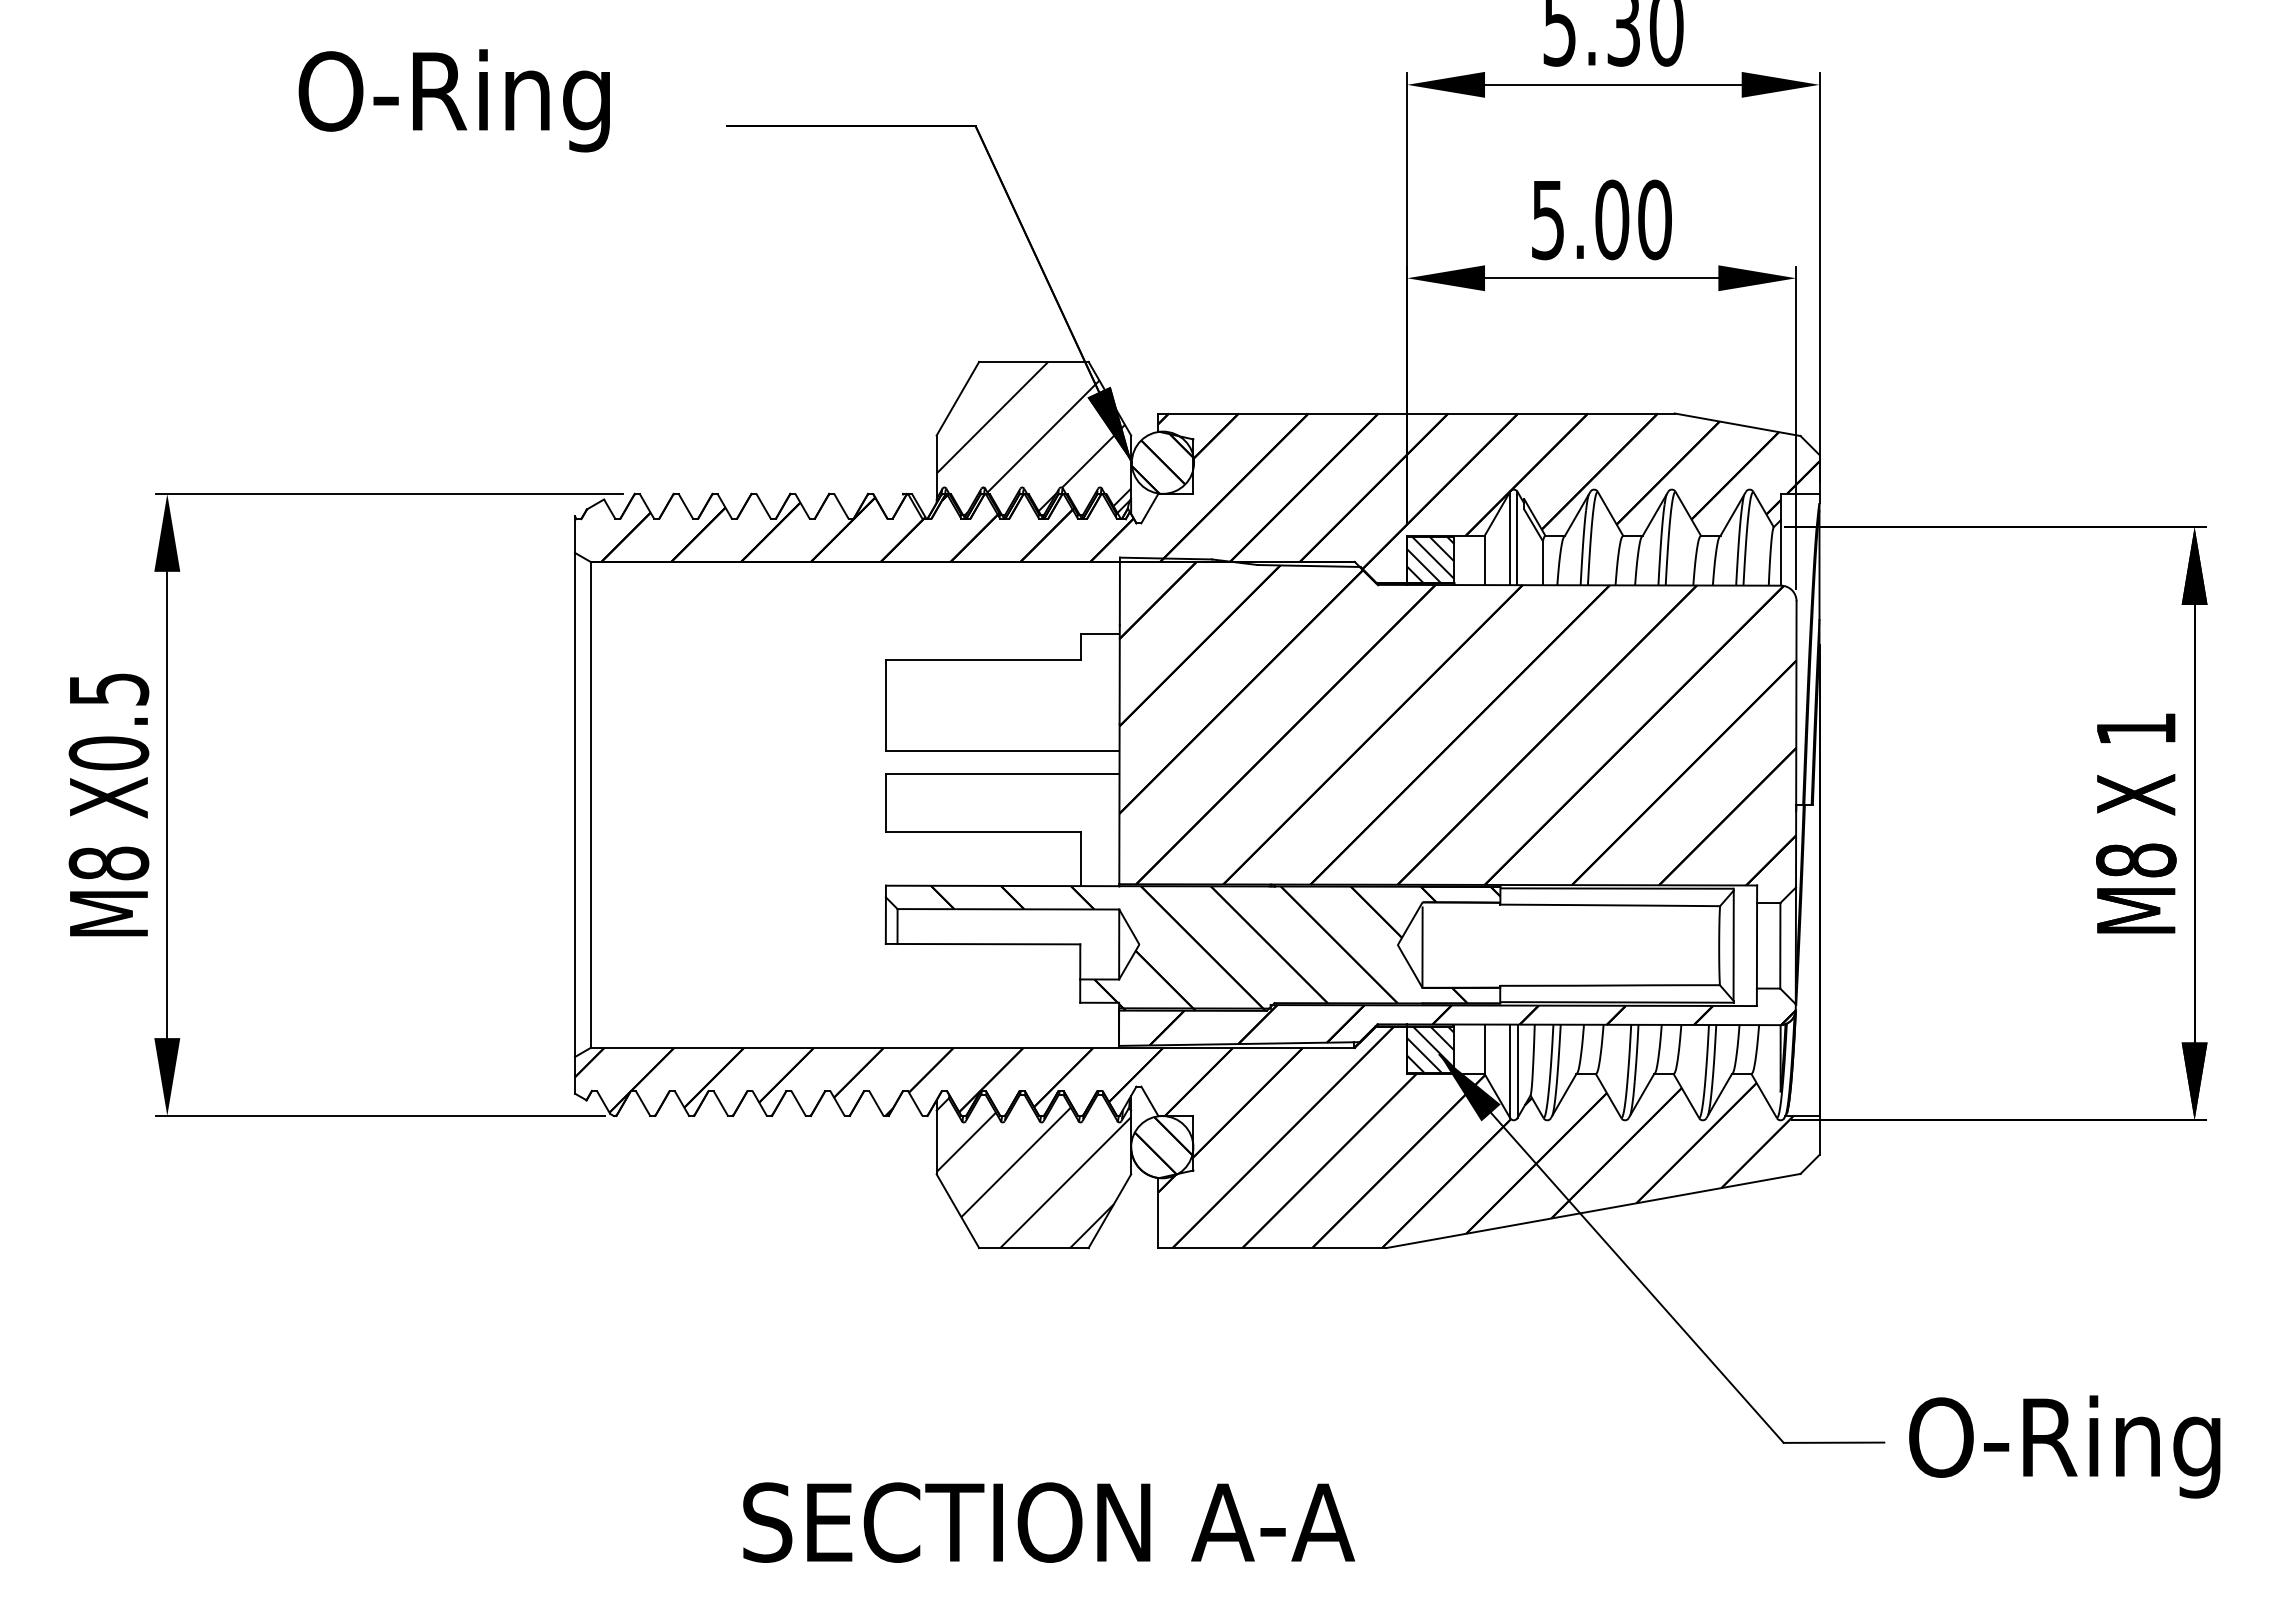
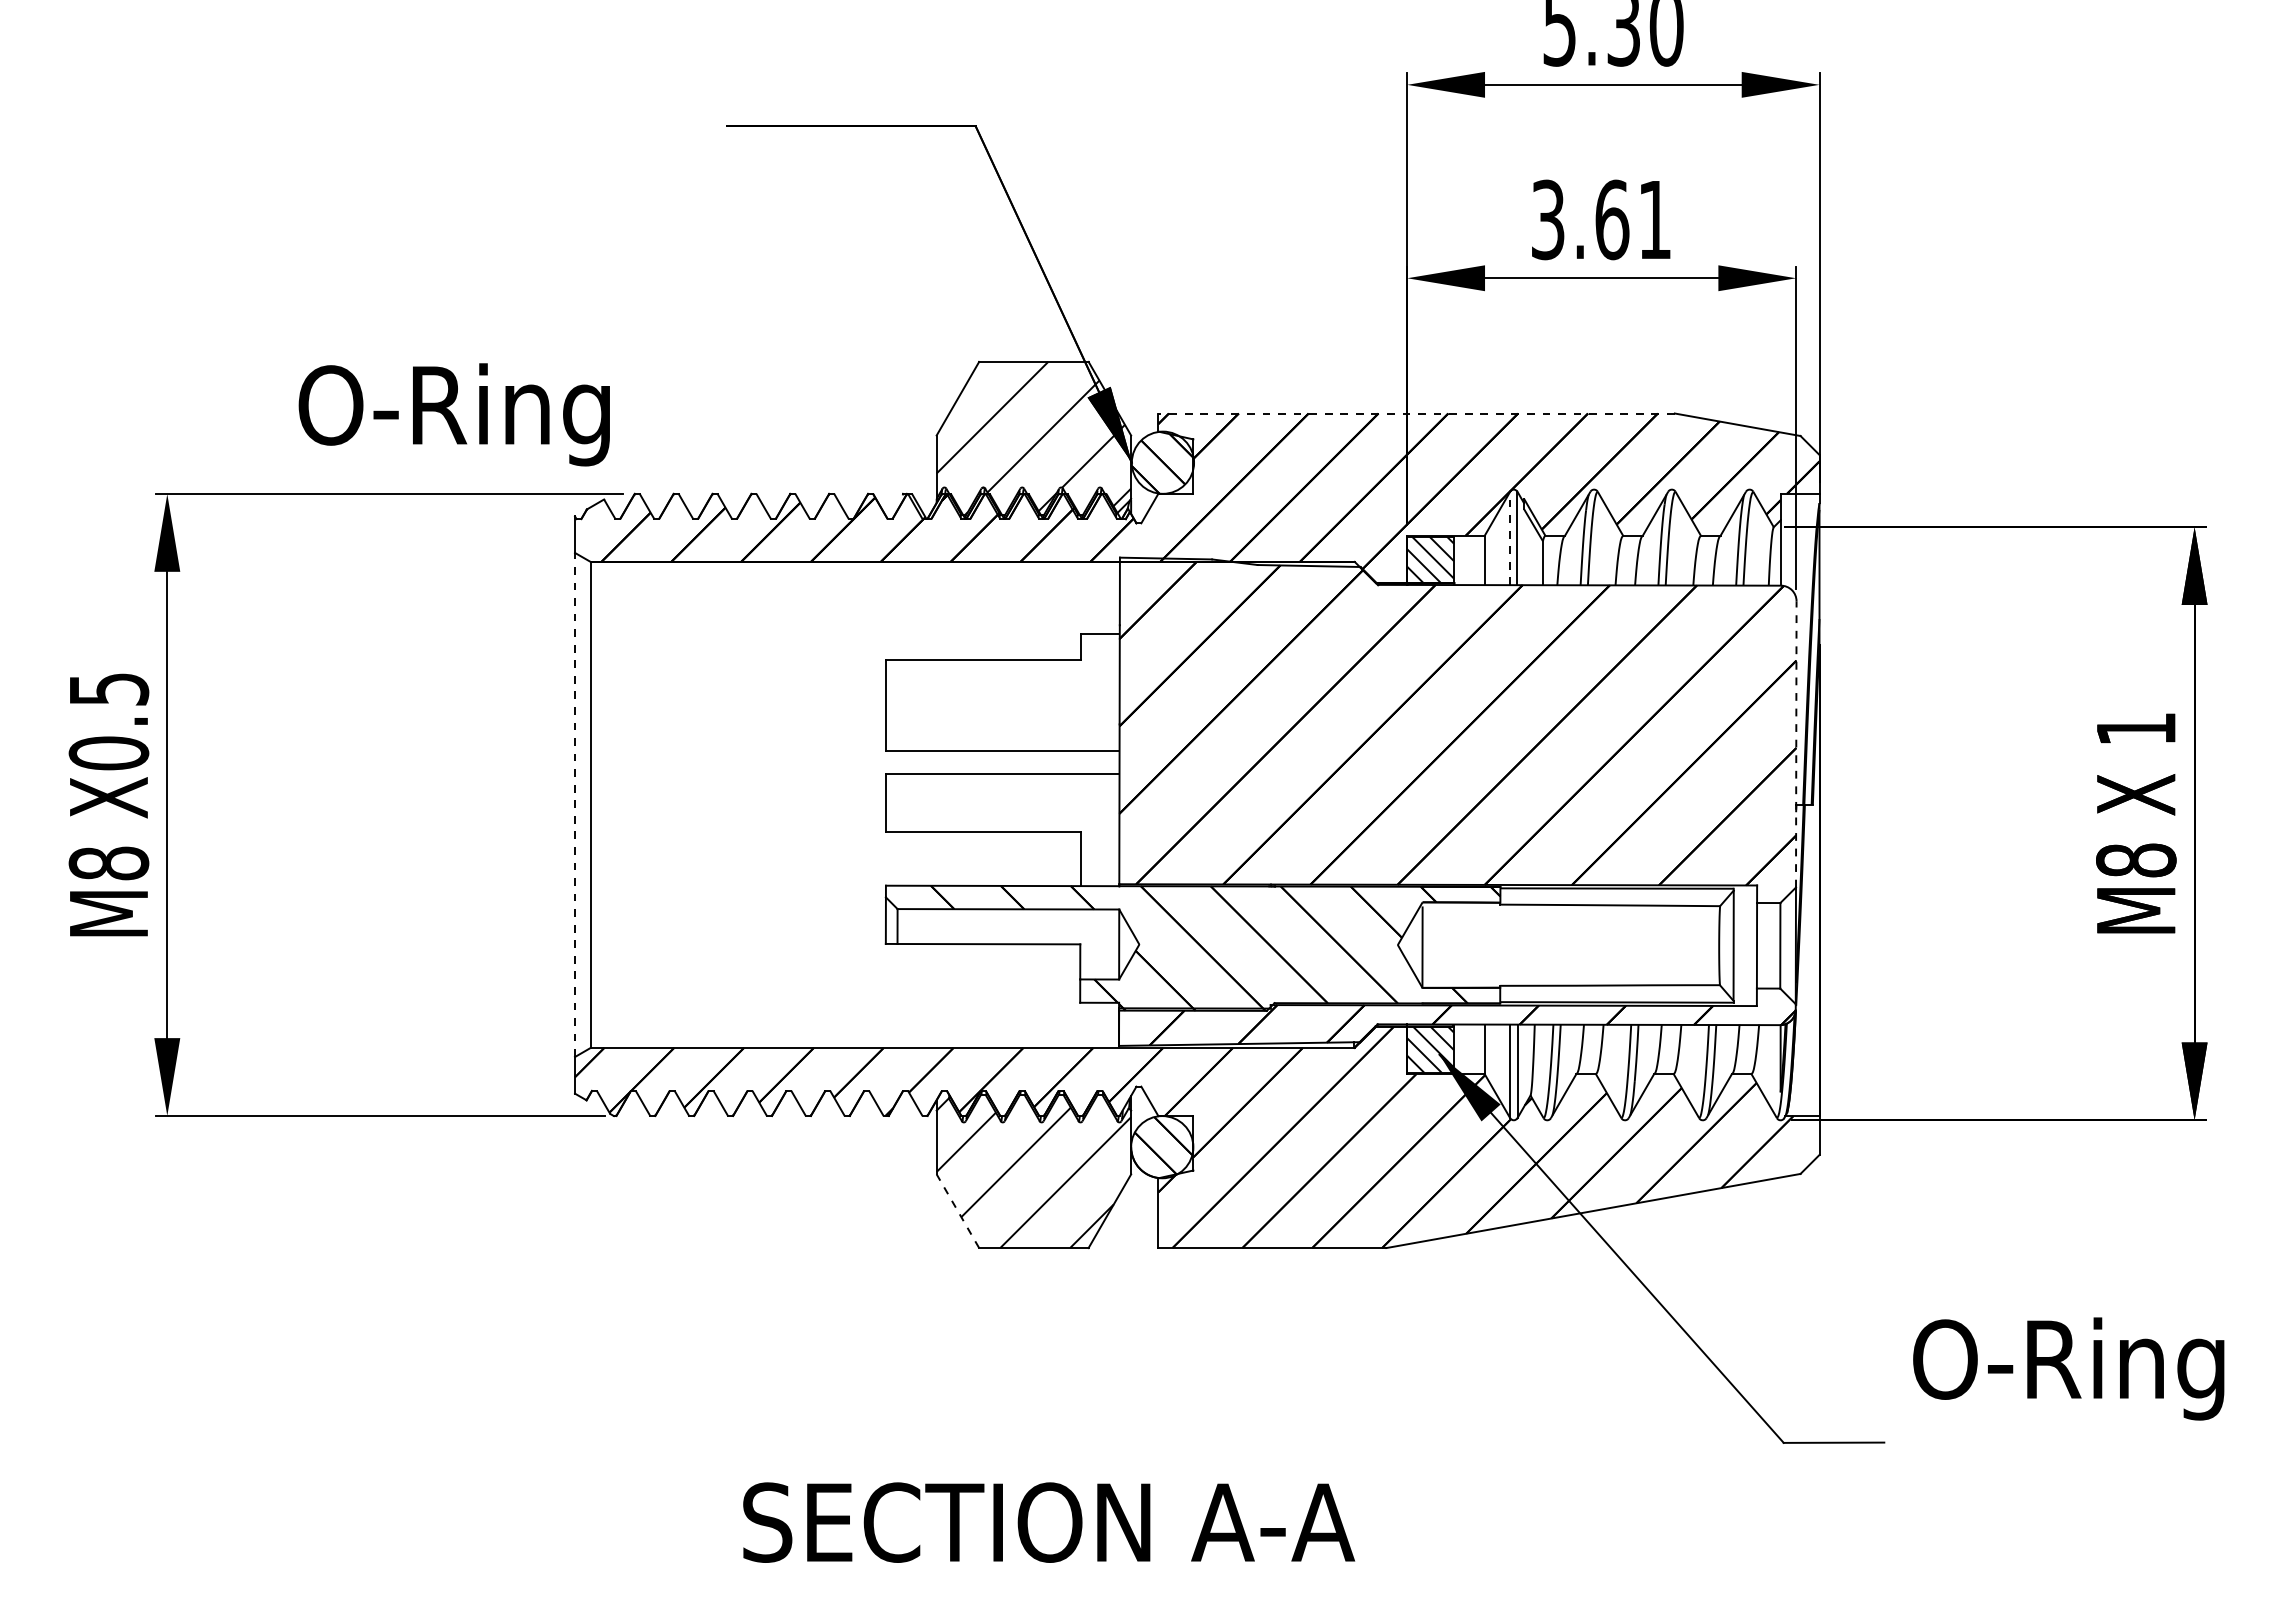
text at (453, 100) position: (453, 100) -> (453, 414)
text at (1601, 219): 5.00 -> 3.61
line at (1416, 413): solid -> dashed
line at (1510, 538): solid -> dashed
line at (1796, 743): solid -> dashed
line at (575, 804): solid -> dashed
line at (957, 1211): solid -> dashed
text at (2064, 1446) position: (2064, 1446) -> (2068, 1368)
